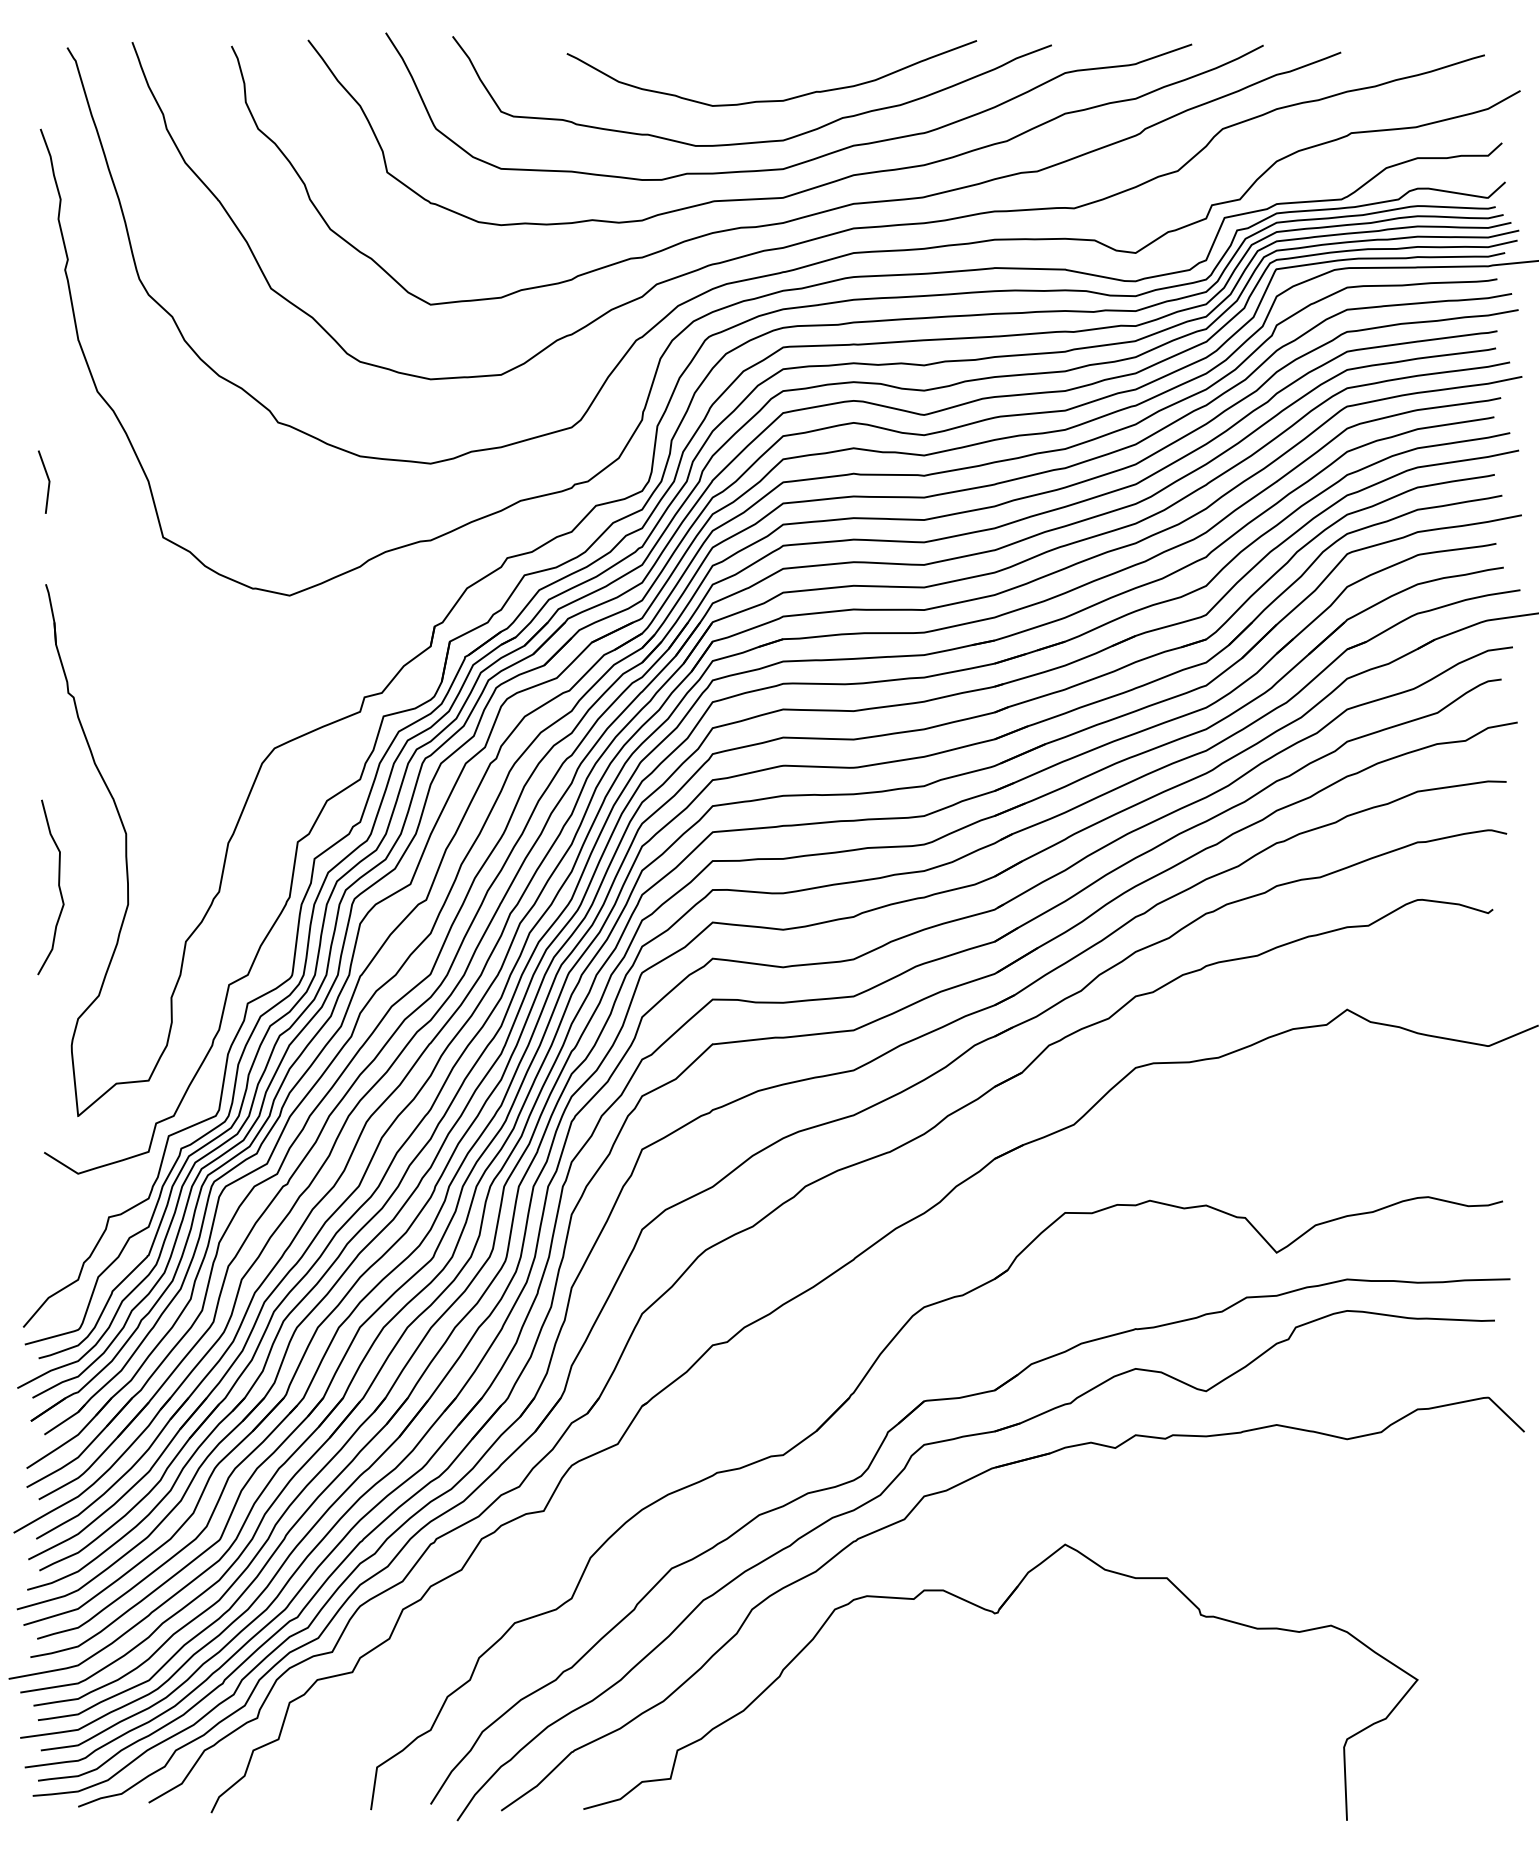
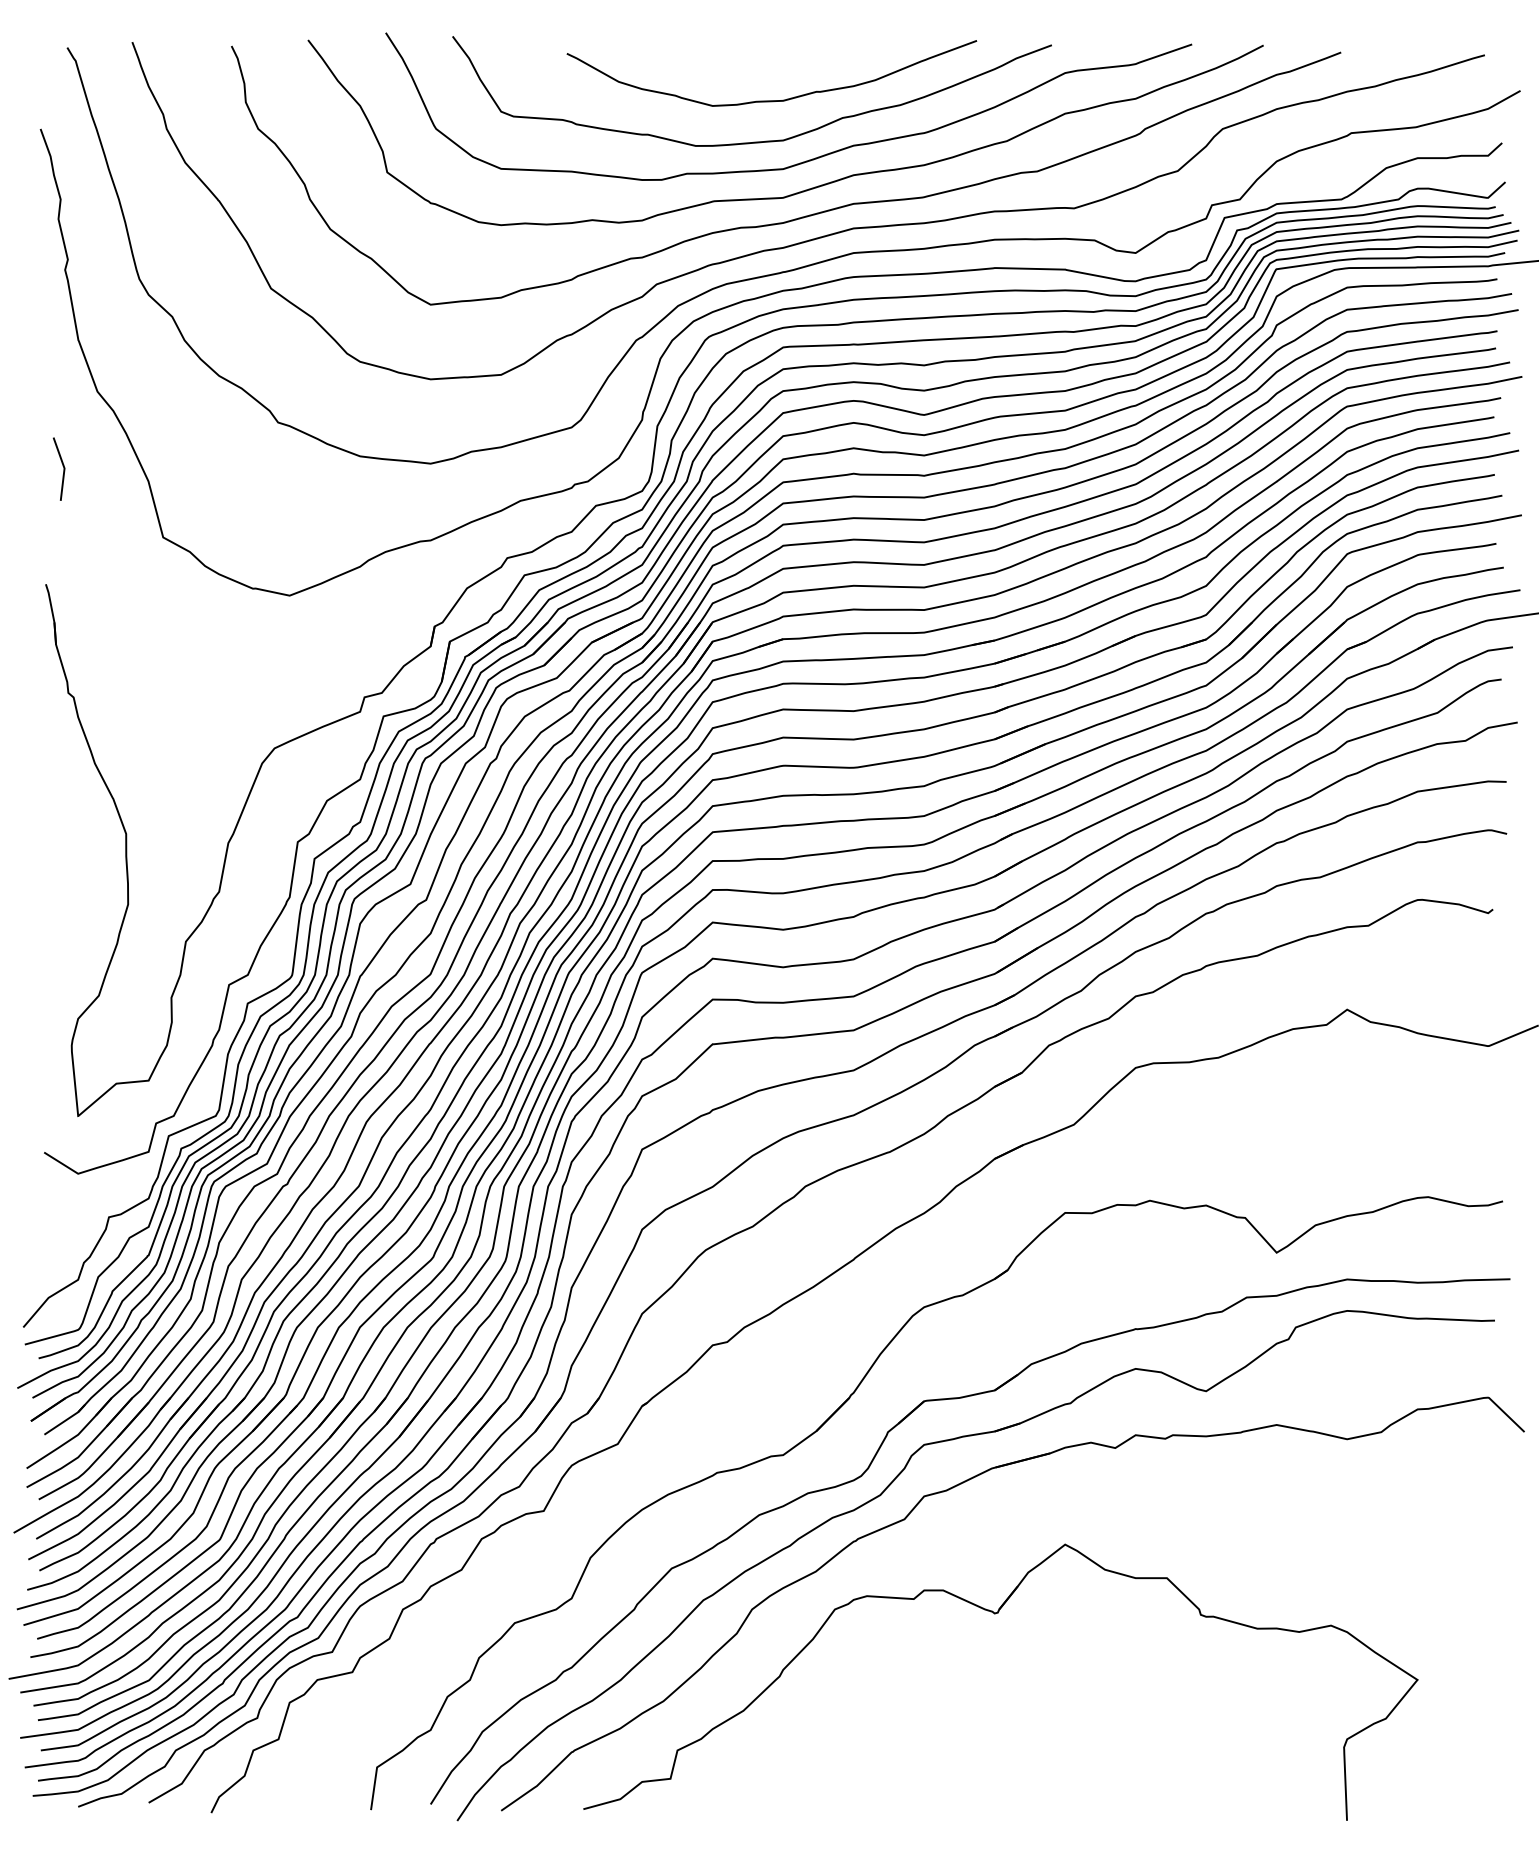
line at (47, 479) position: (47, 479) -> (62, 466)
curve at (58, 887): present -> none
